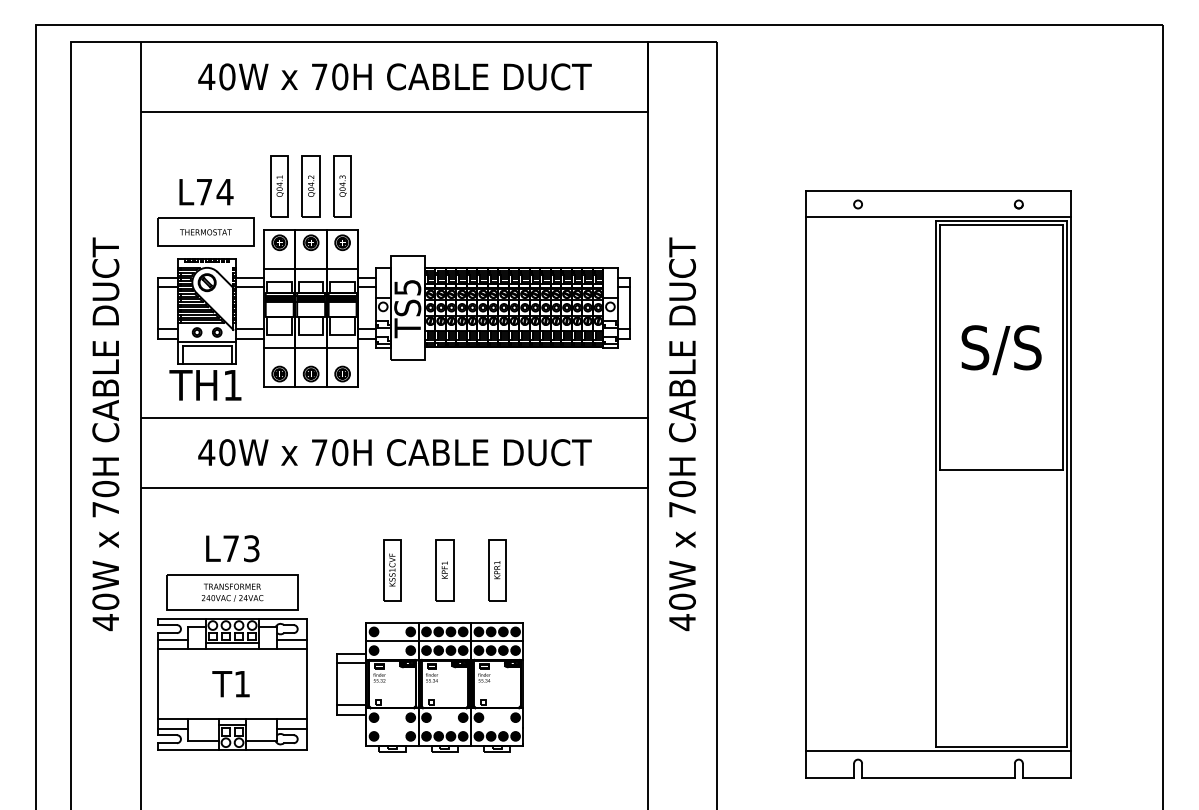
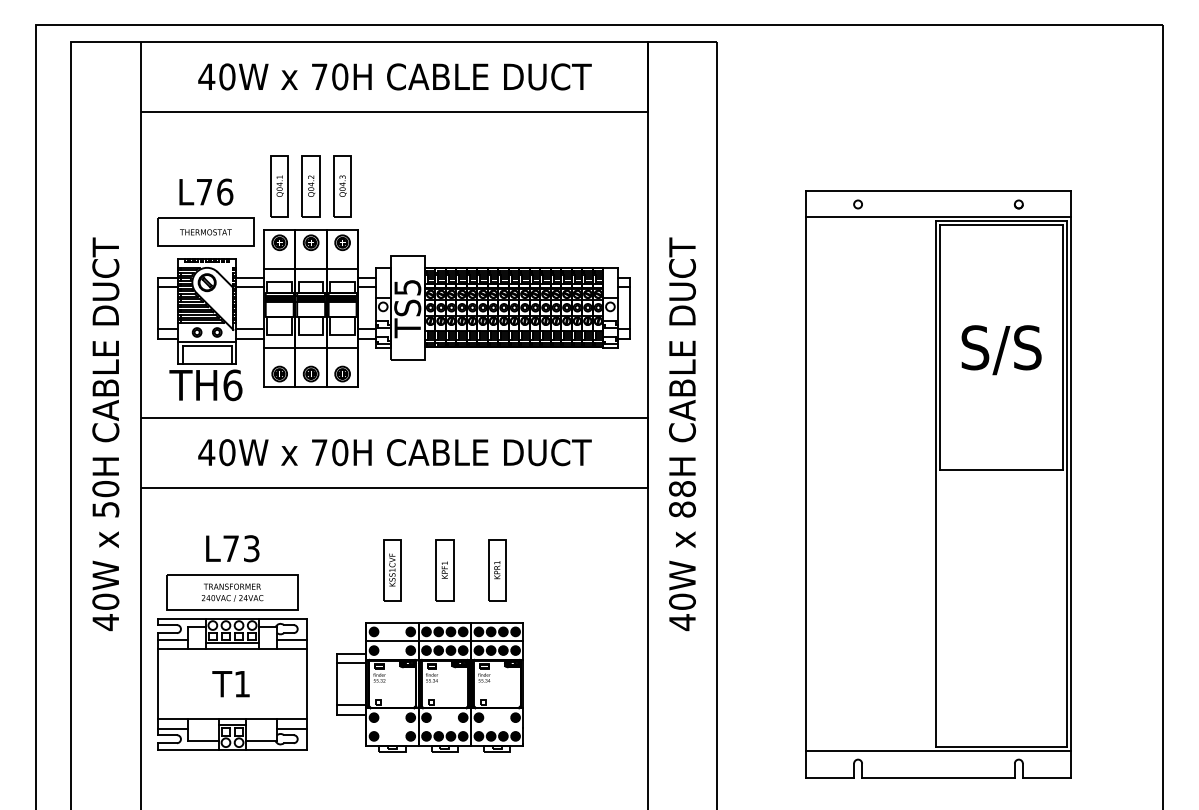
text at (224, 191): L74 -> L76
text at (232, 385): TH1 -> TH6
text at (682, 498): 70H -> 88H
text at (105, 509): 70H -> 50H
